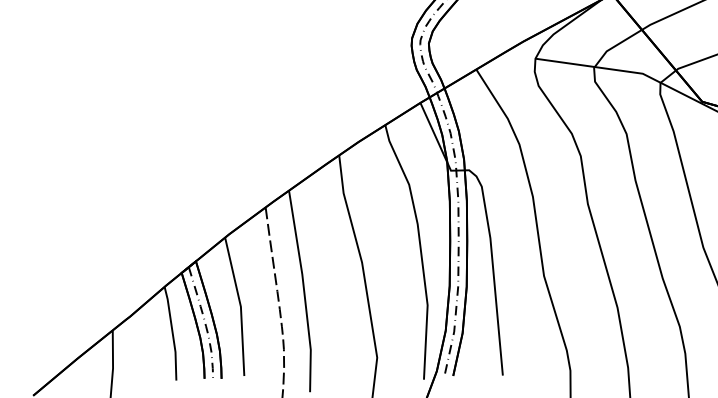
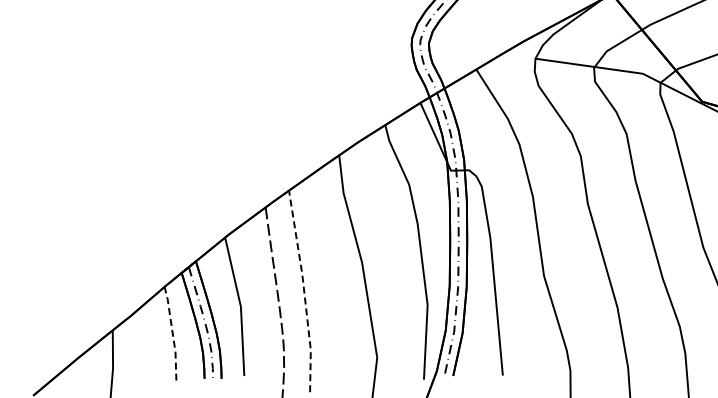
line at (304, 290): solid -> dashed
line at (172, 333): solid -> dashed
